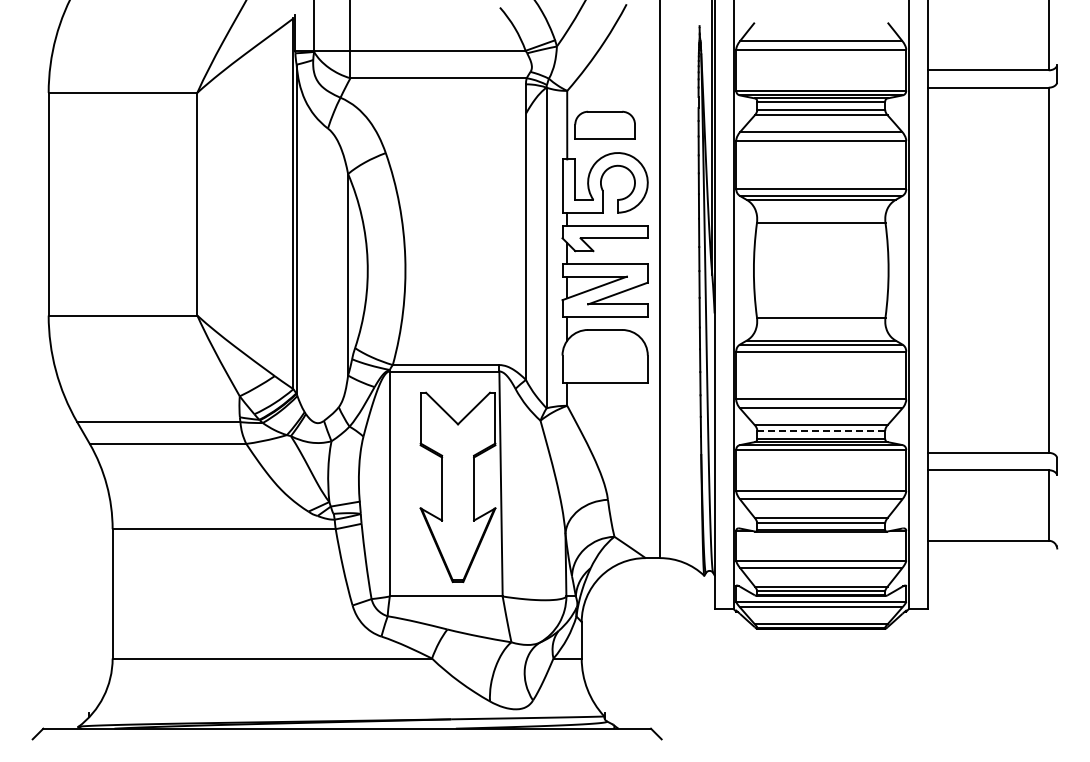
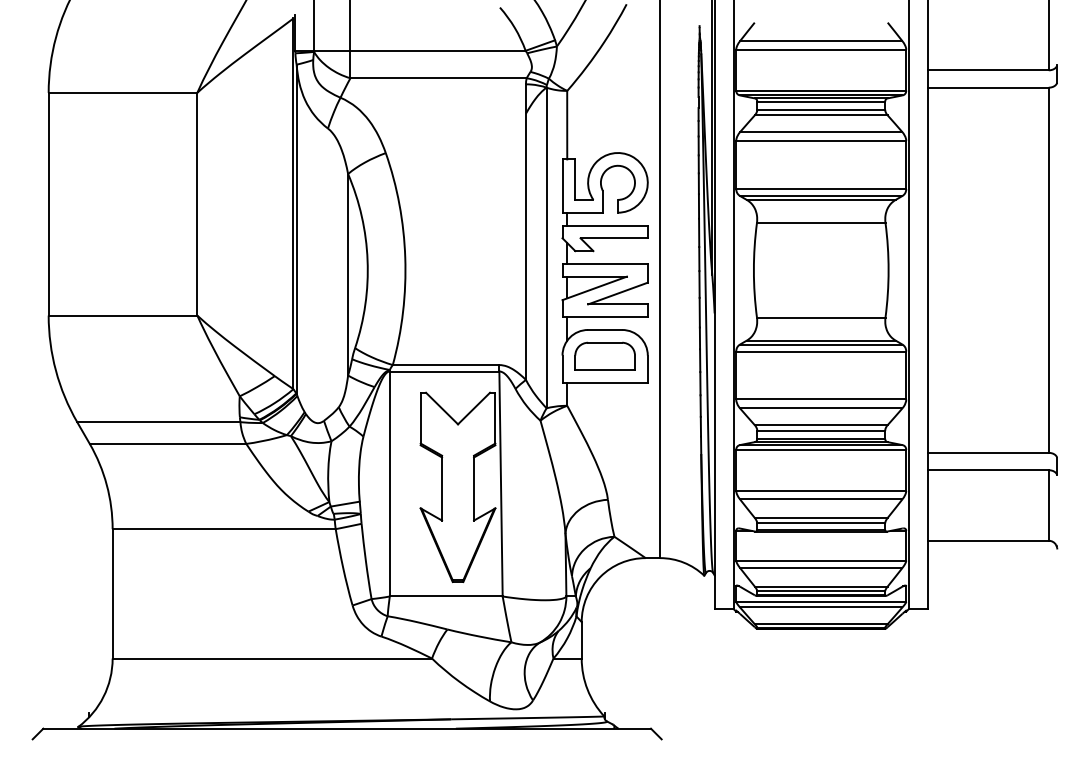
part at (604, 124) position: (604, 124) -> (604, 355)
line at (821, 430): dashed -> solid
